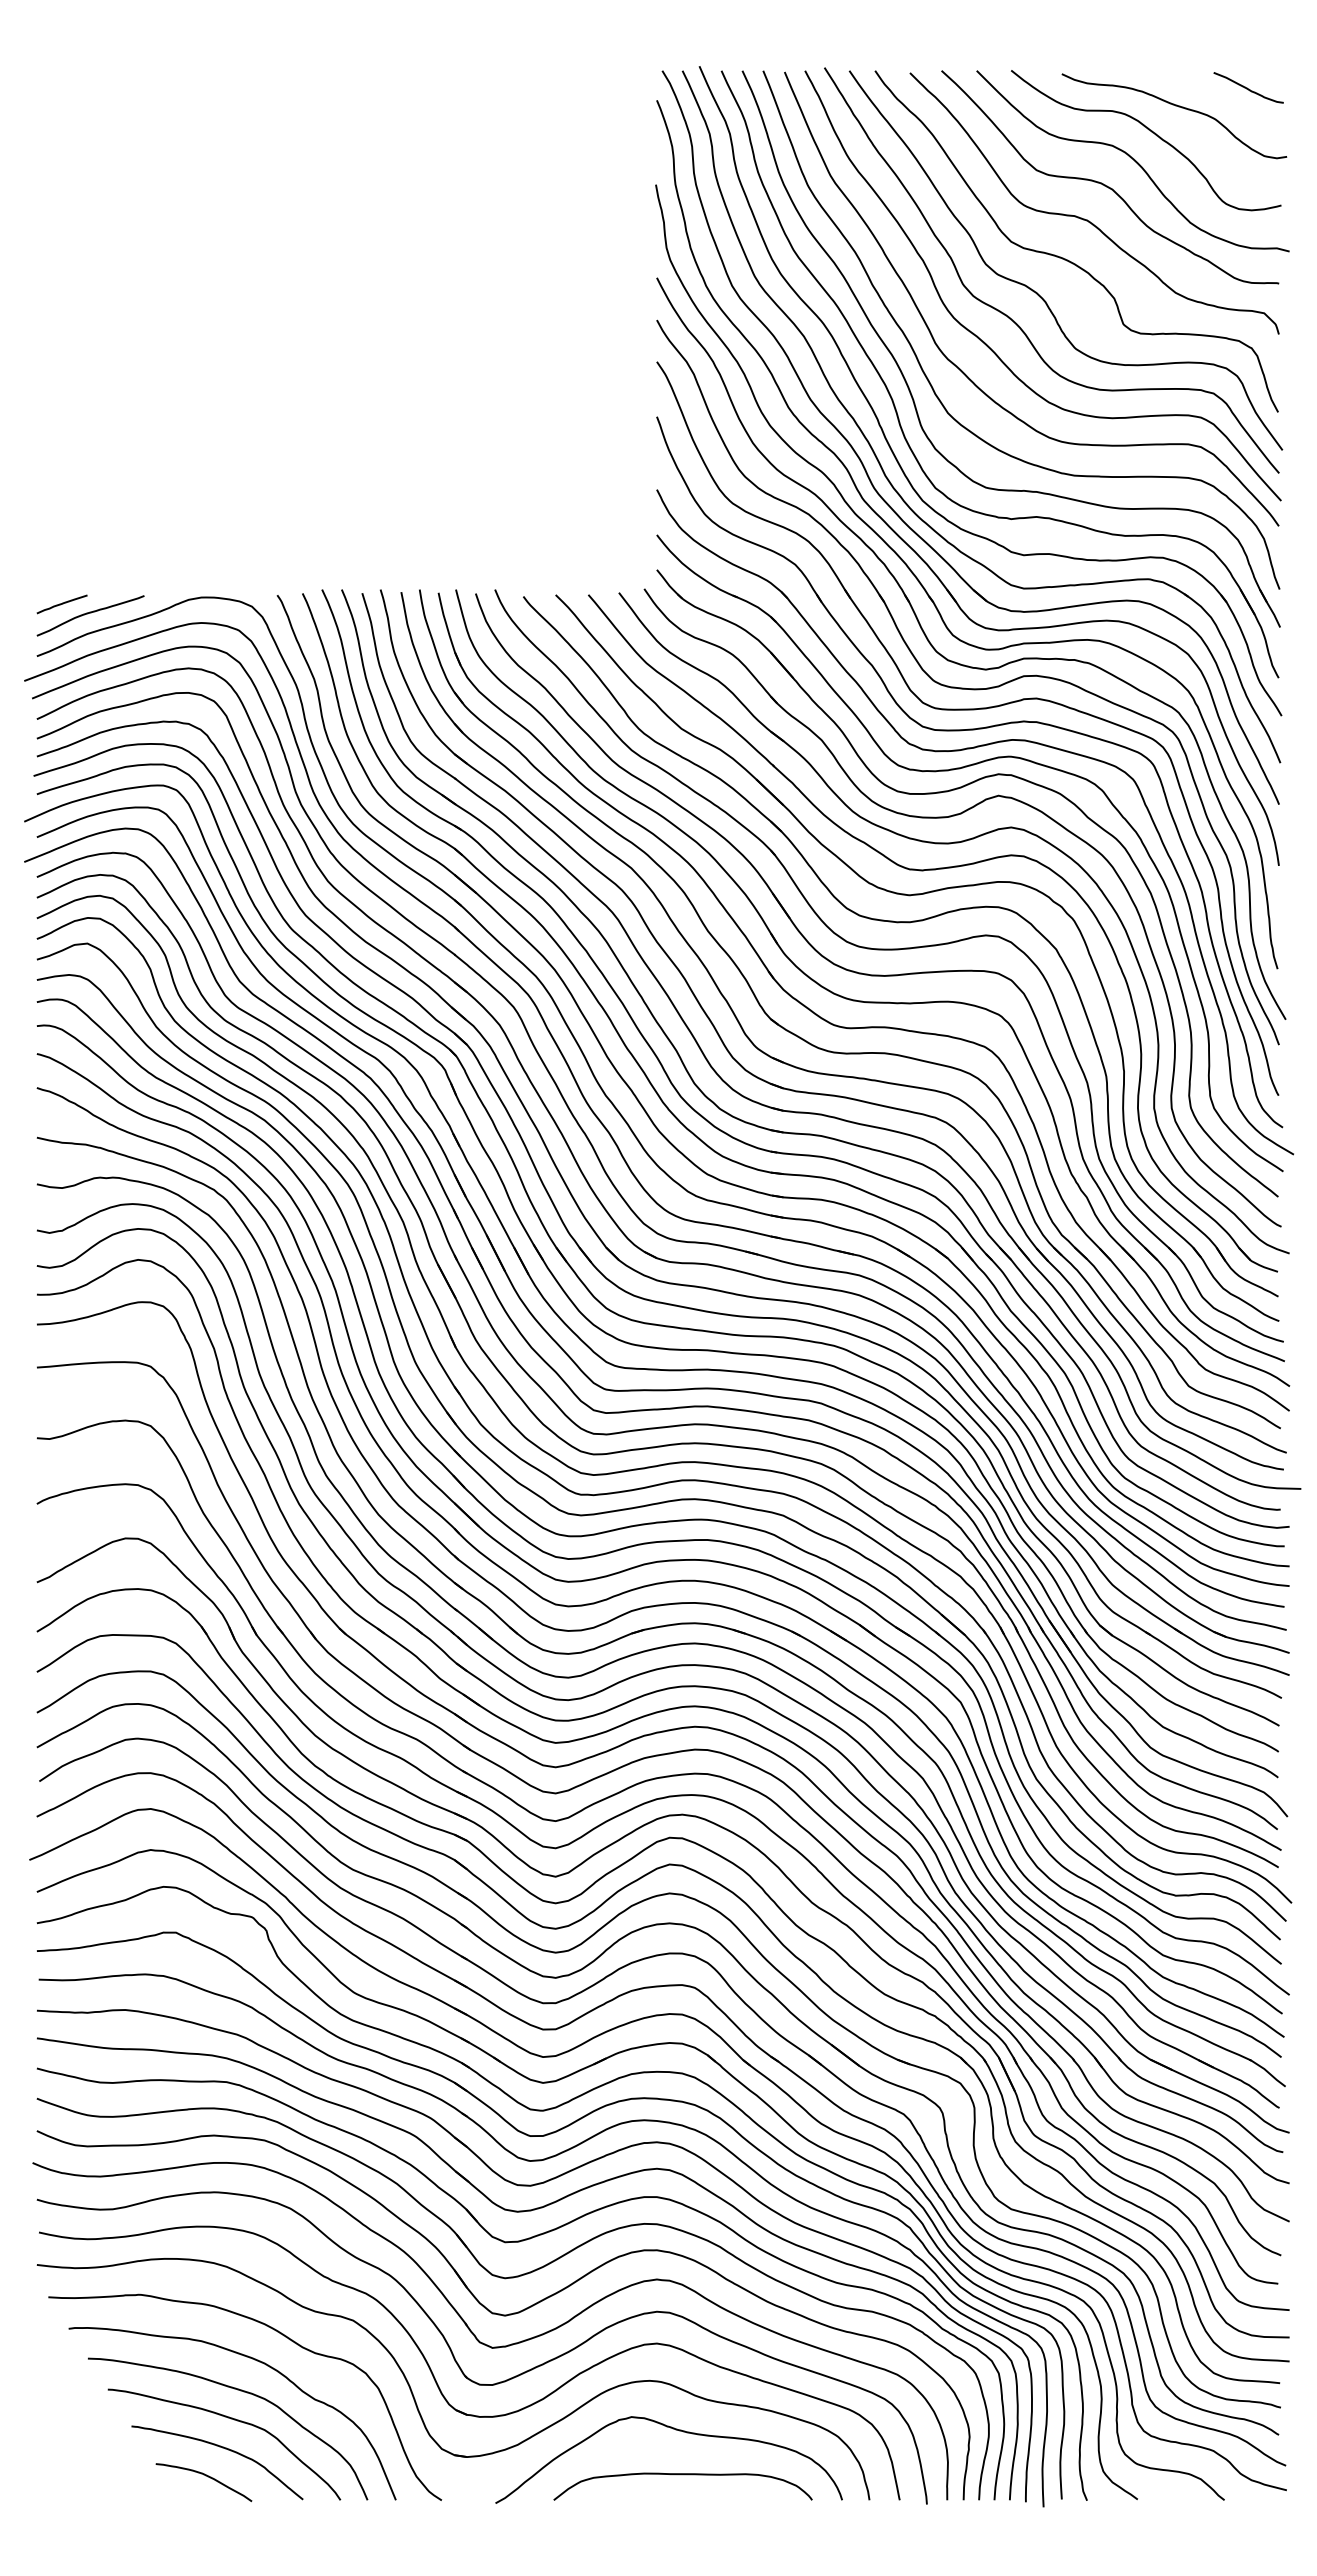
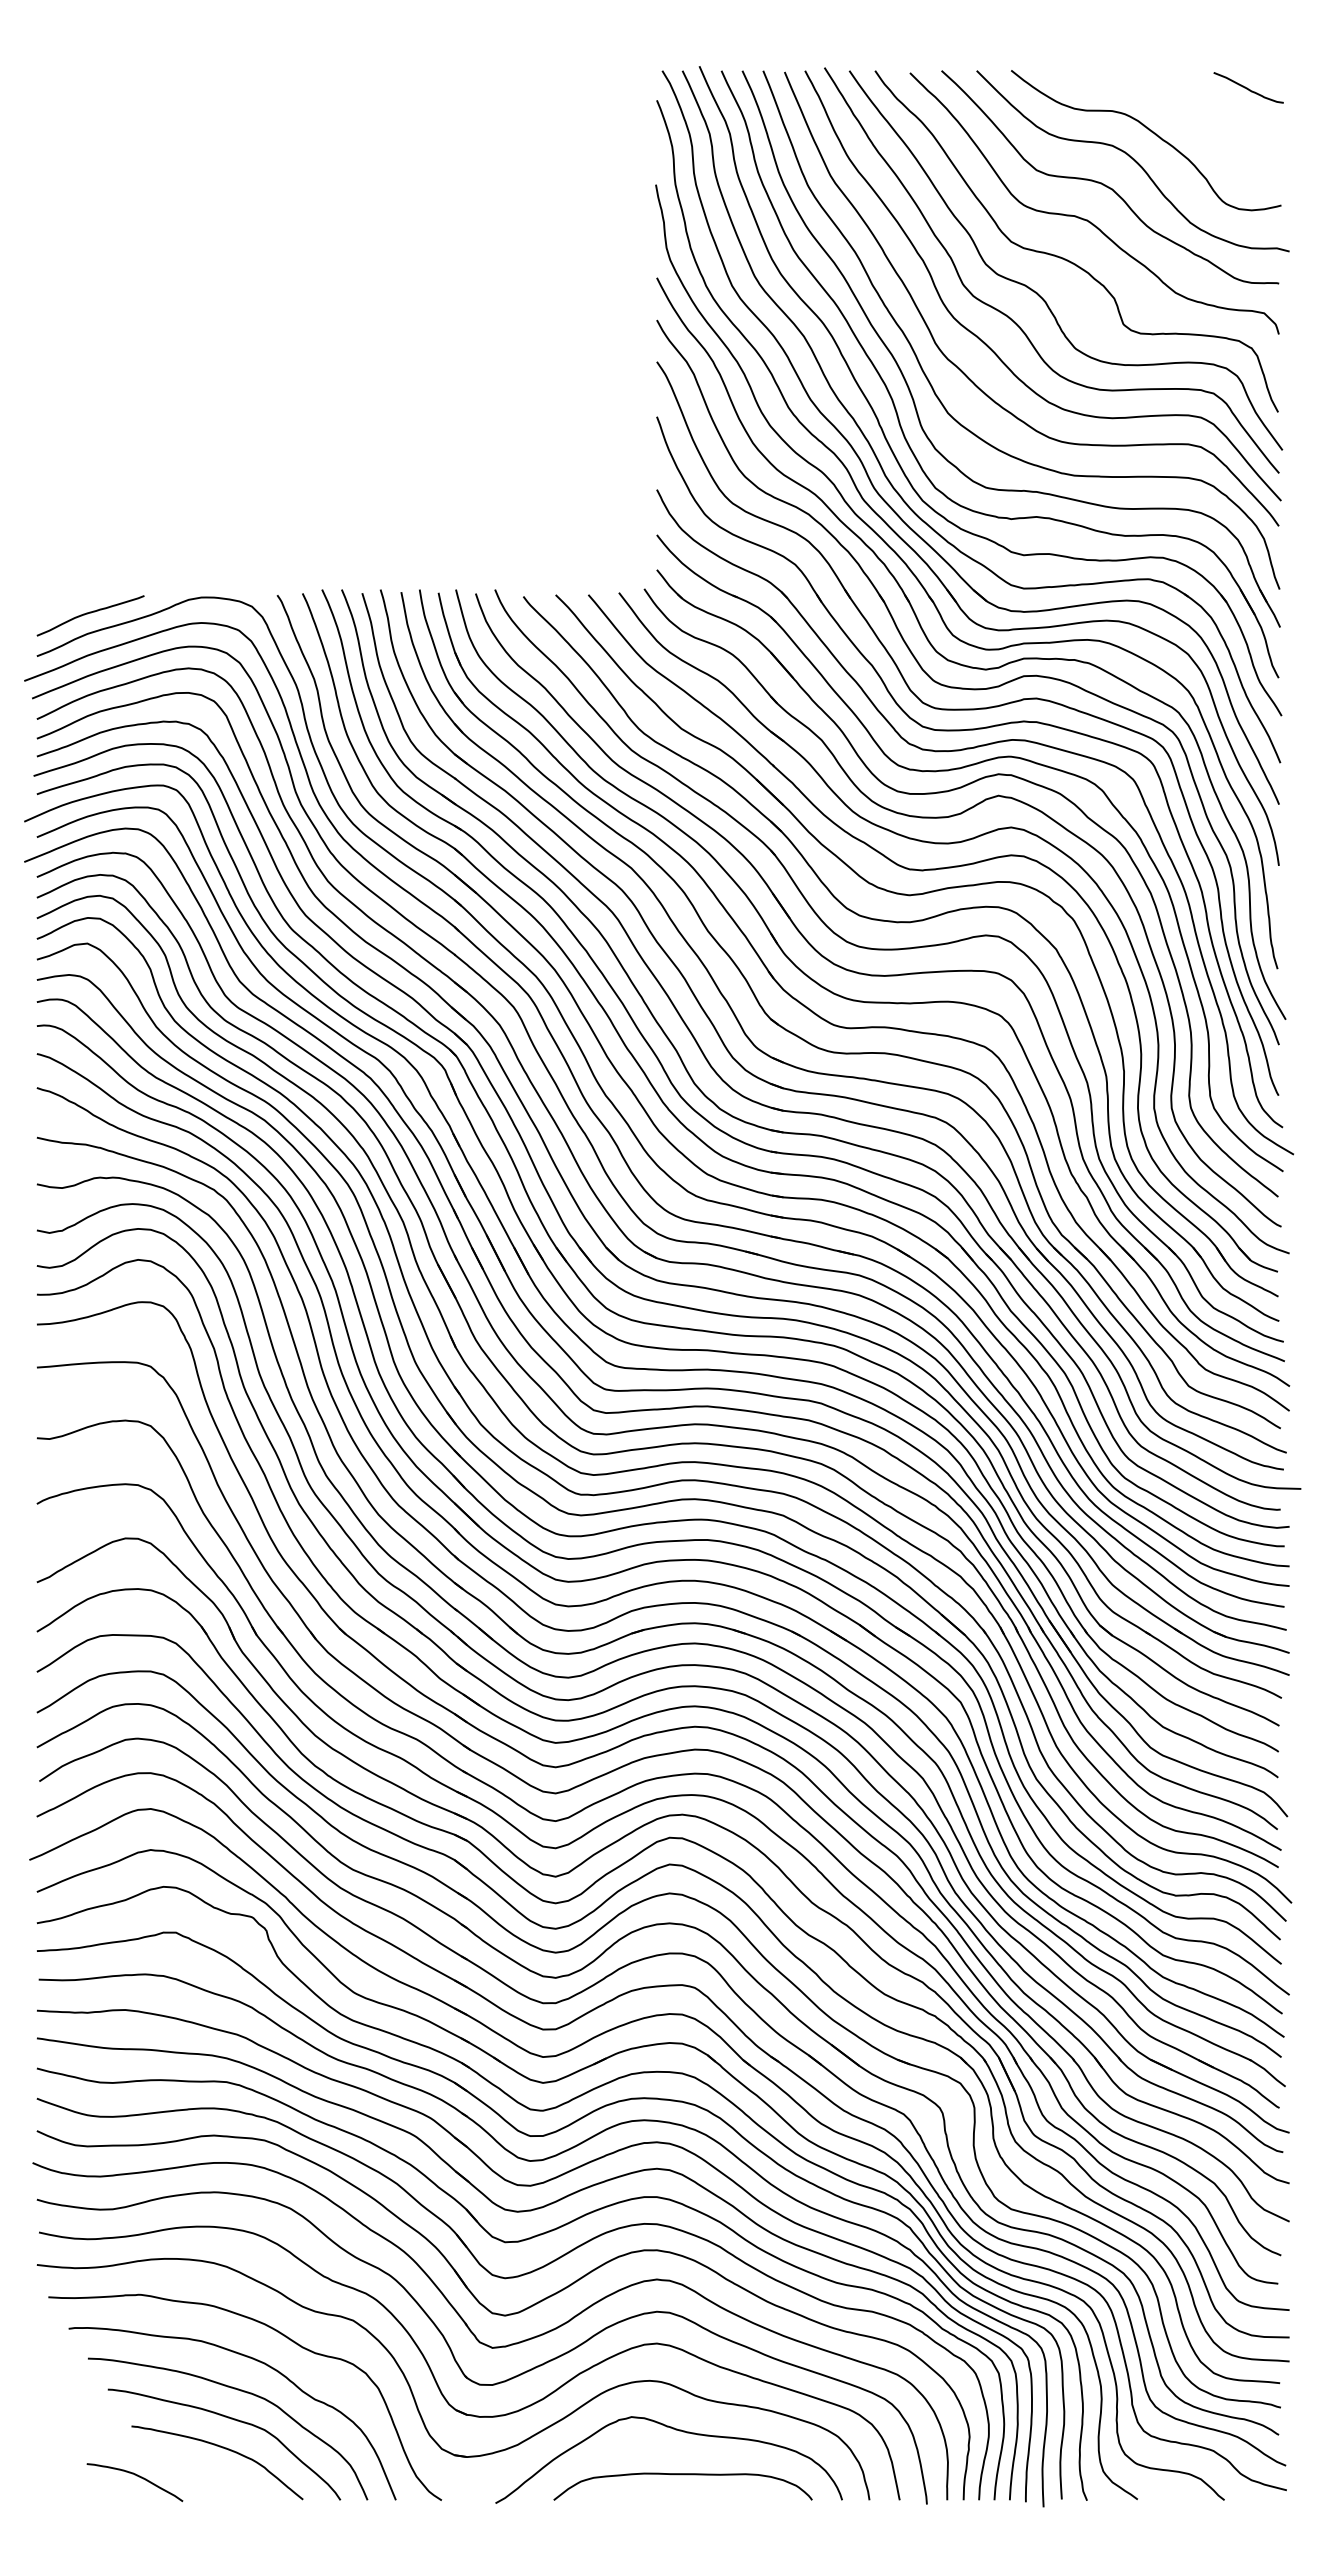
curve at (1178, 107): present -> none
line at (61, 604): present -> none
curve at (205, 2476) position: (205, 2476) -> (136, 2476)
